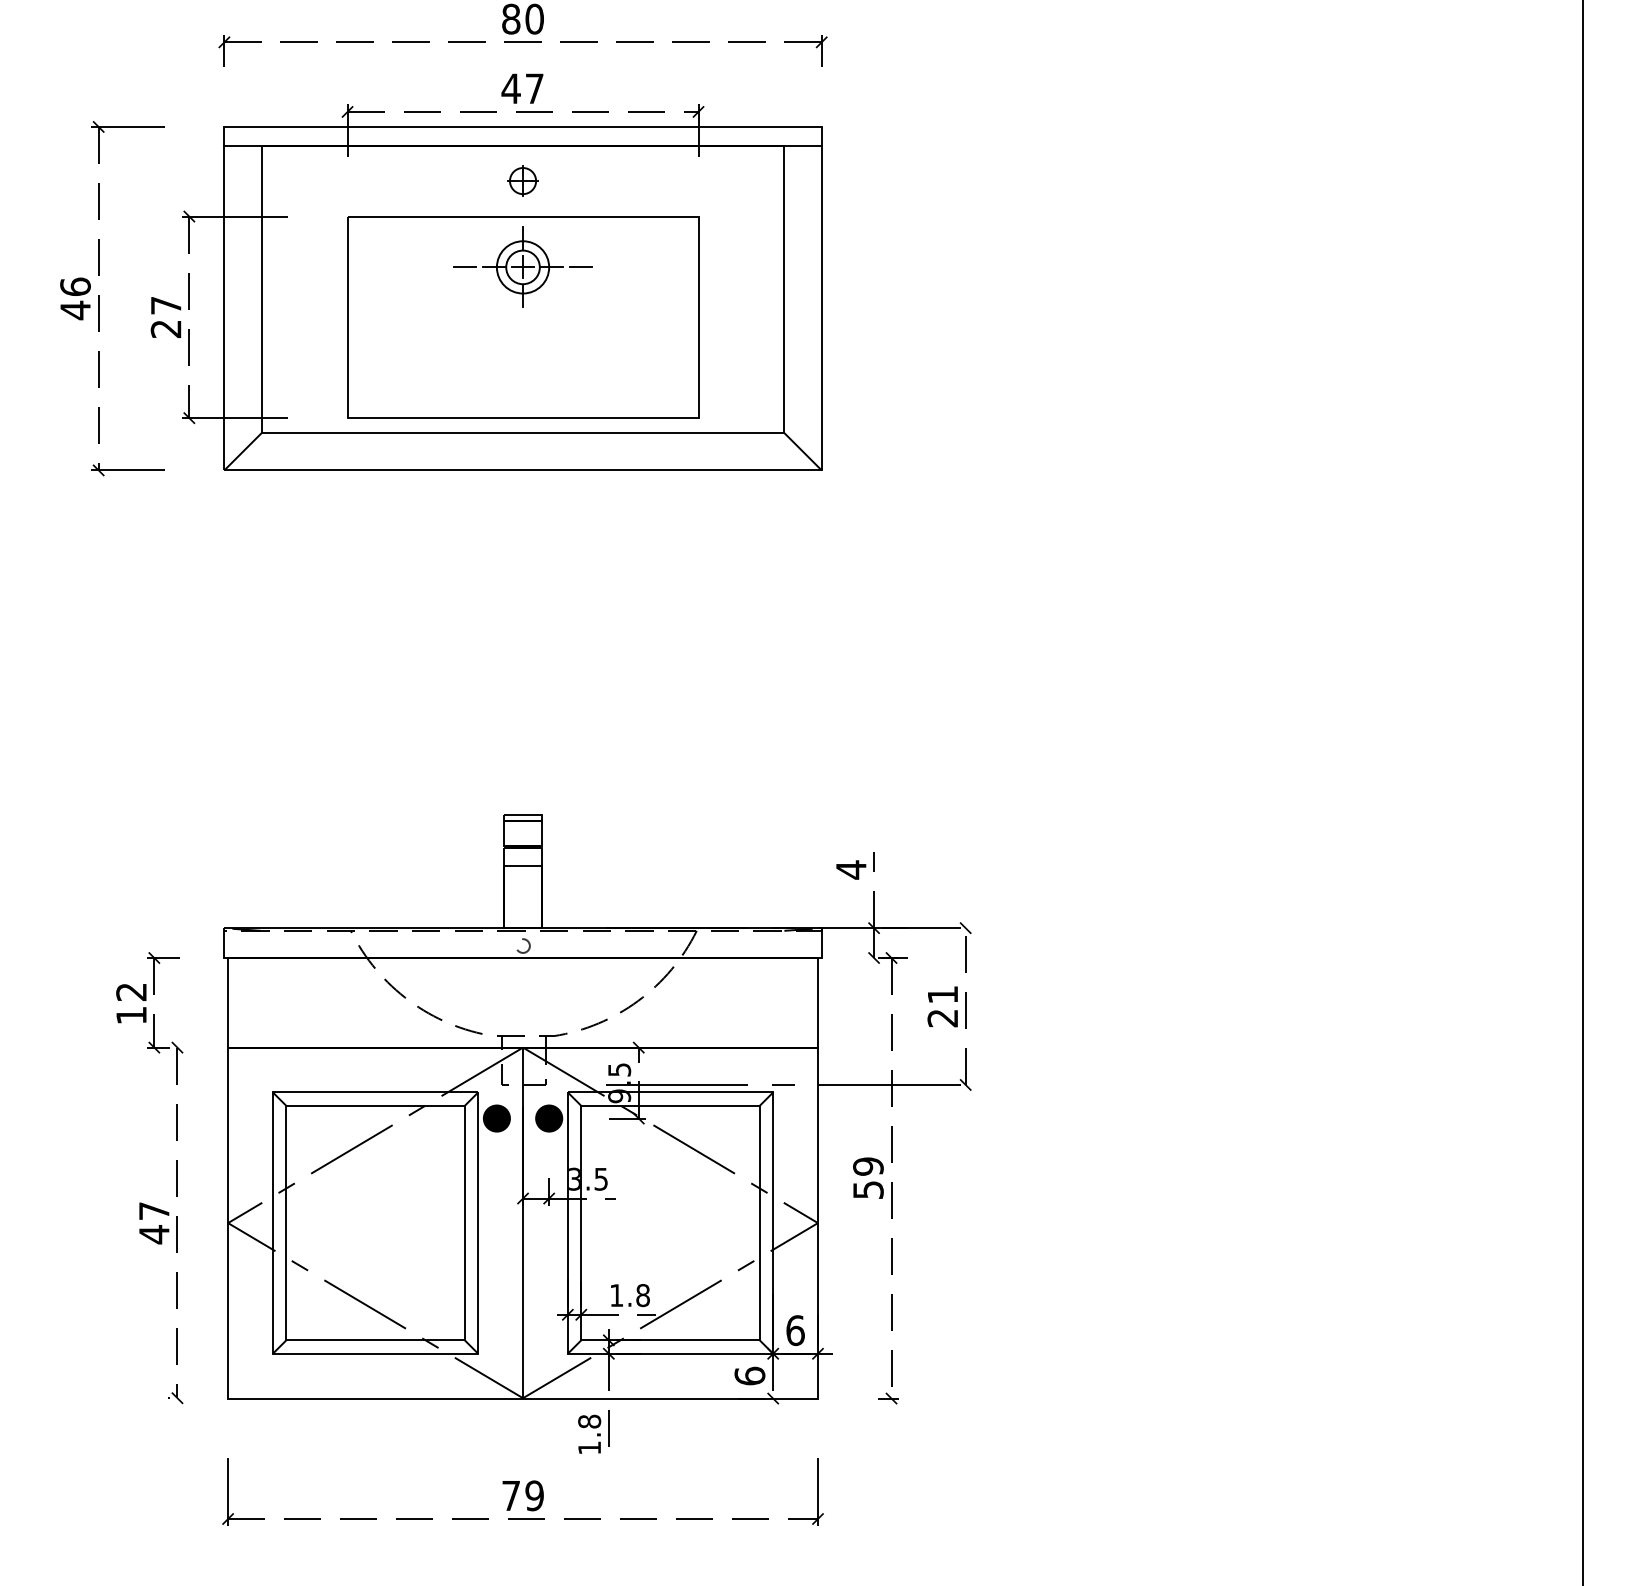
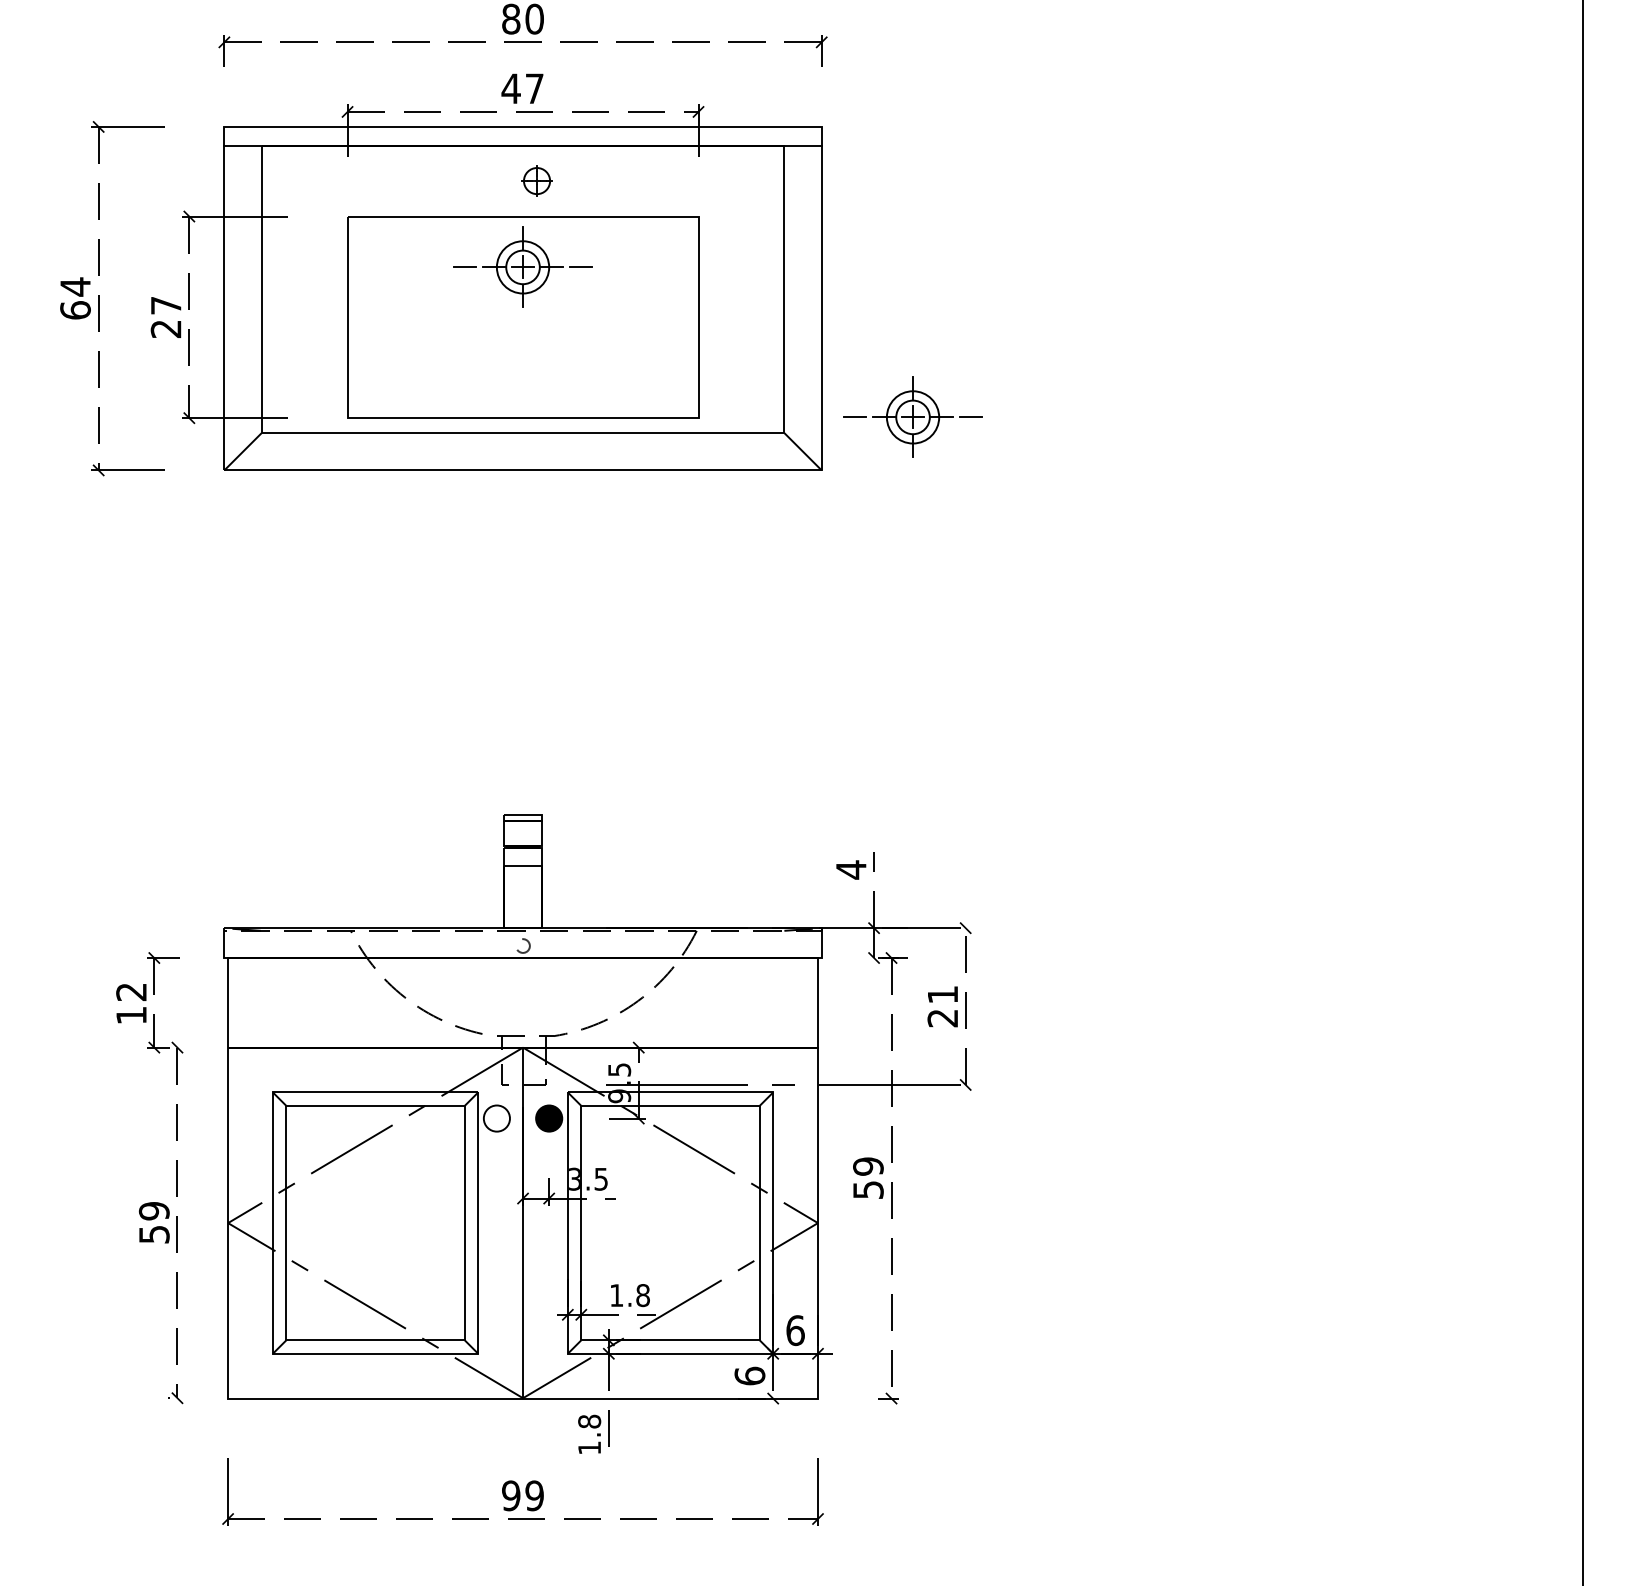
part at (522, 180) position: (522, 180) -> (536, 180)
text at (75, 298): 46 -> 64
part at (912, 416): none -> present
fill at (496, 1118): present -> none
text at (153, 1223): 47 -> 59
text at (511, 1495): 79 -> 99
